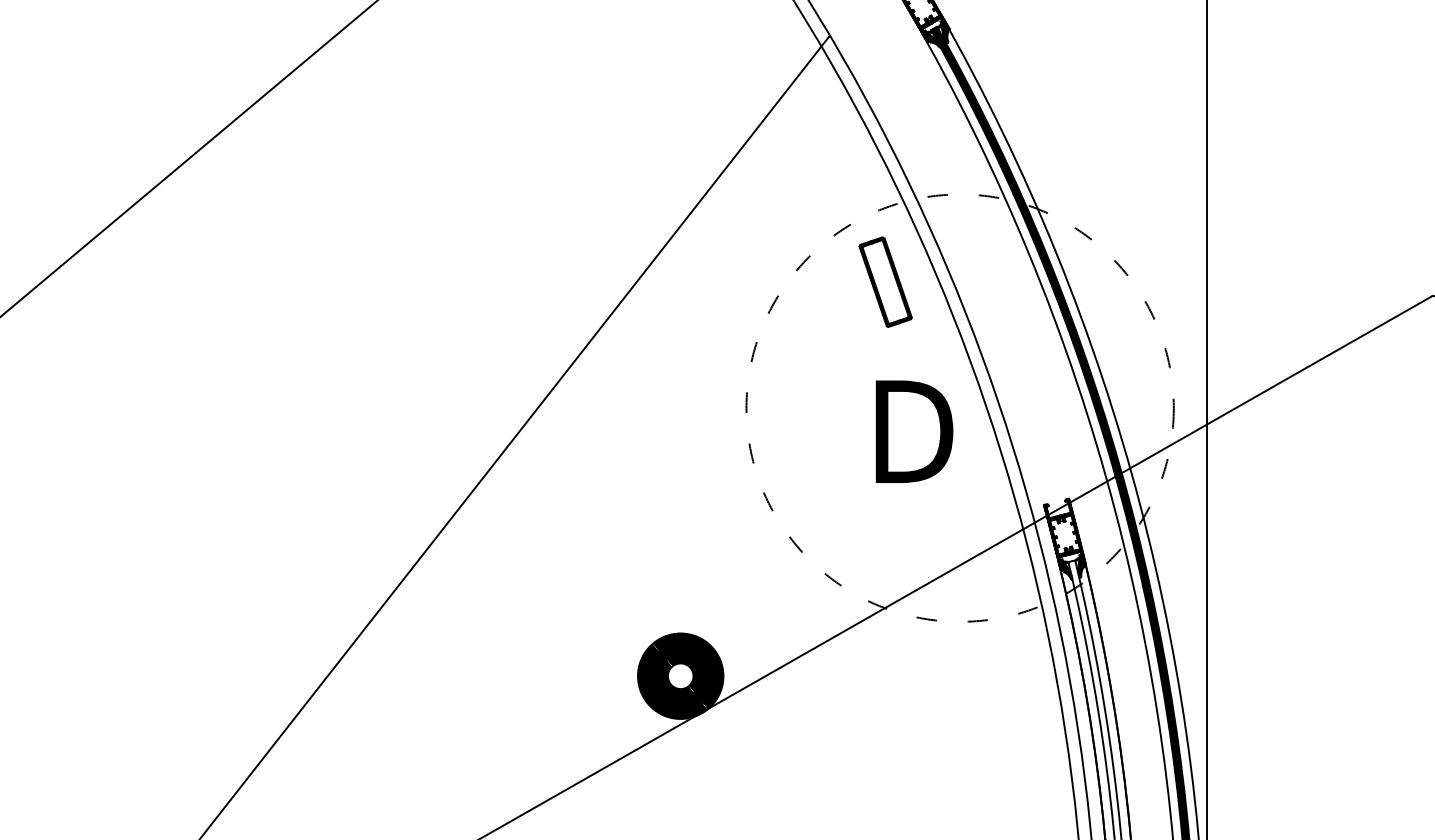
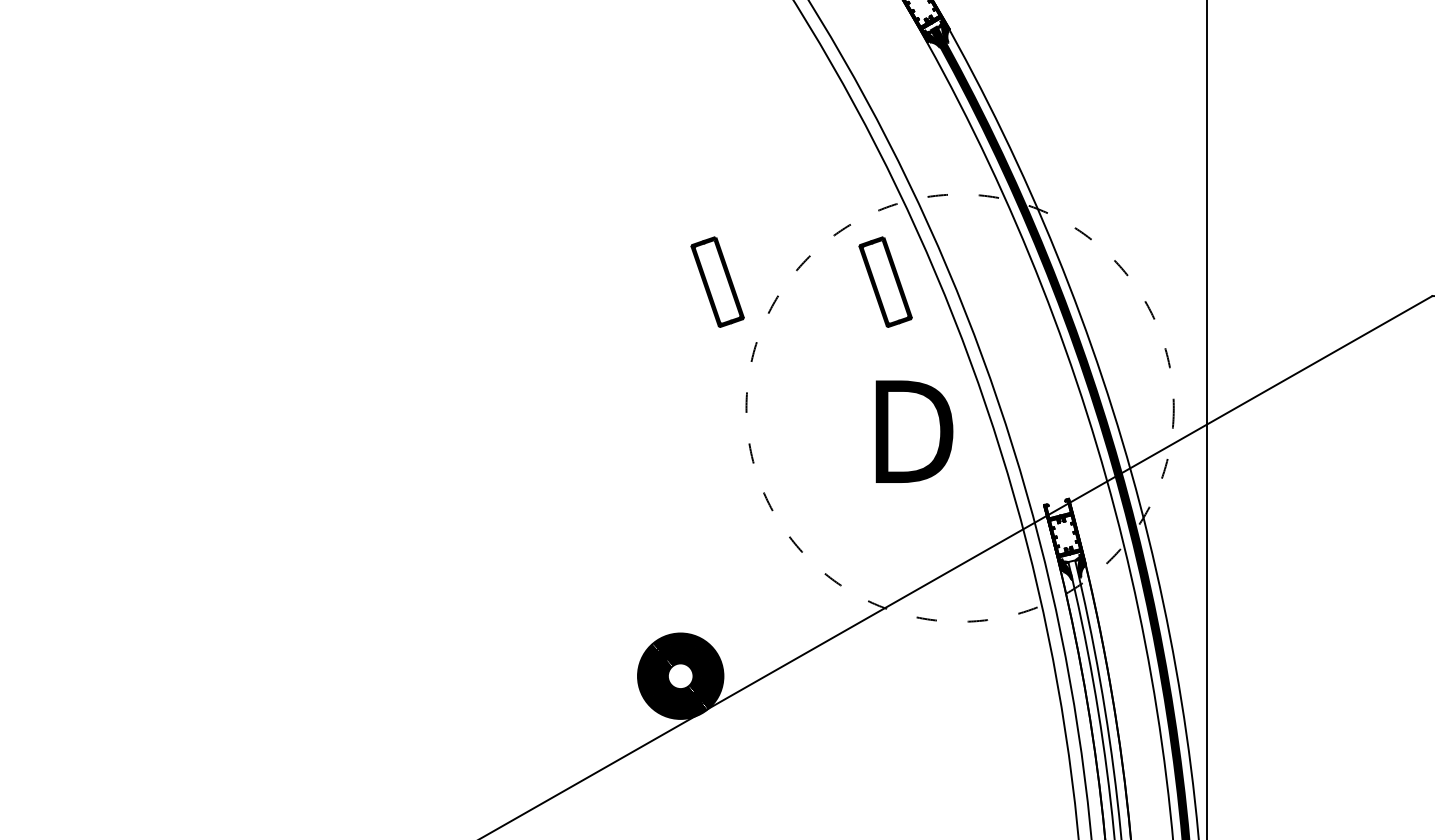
line at (188, 158): present -> none
part at (717, 281): none -> present
line at (515, 435): present -> none
